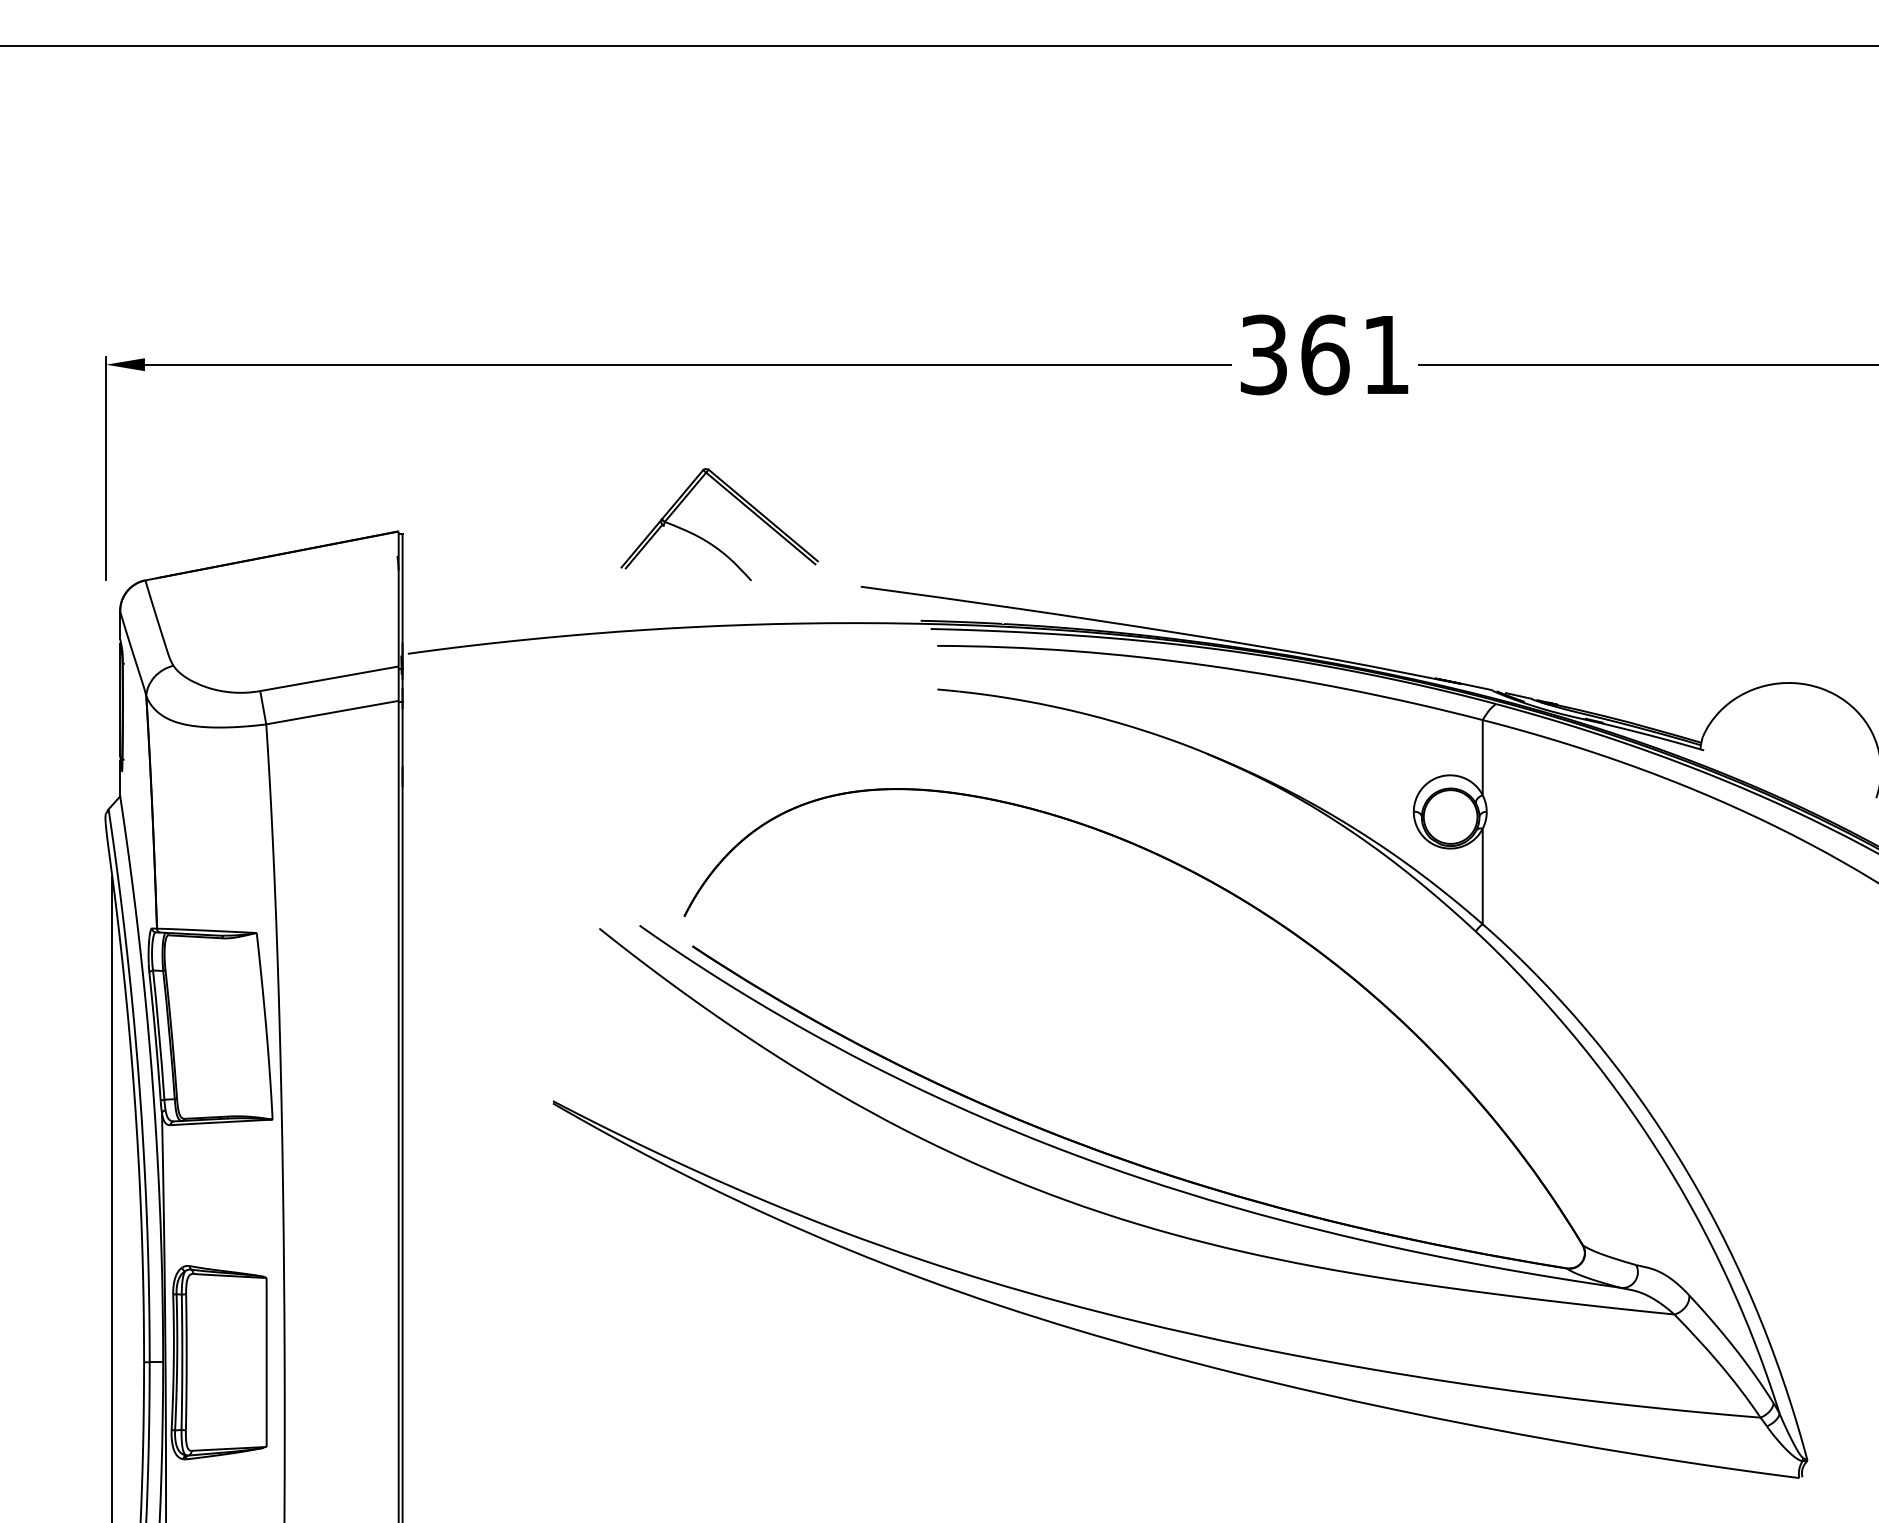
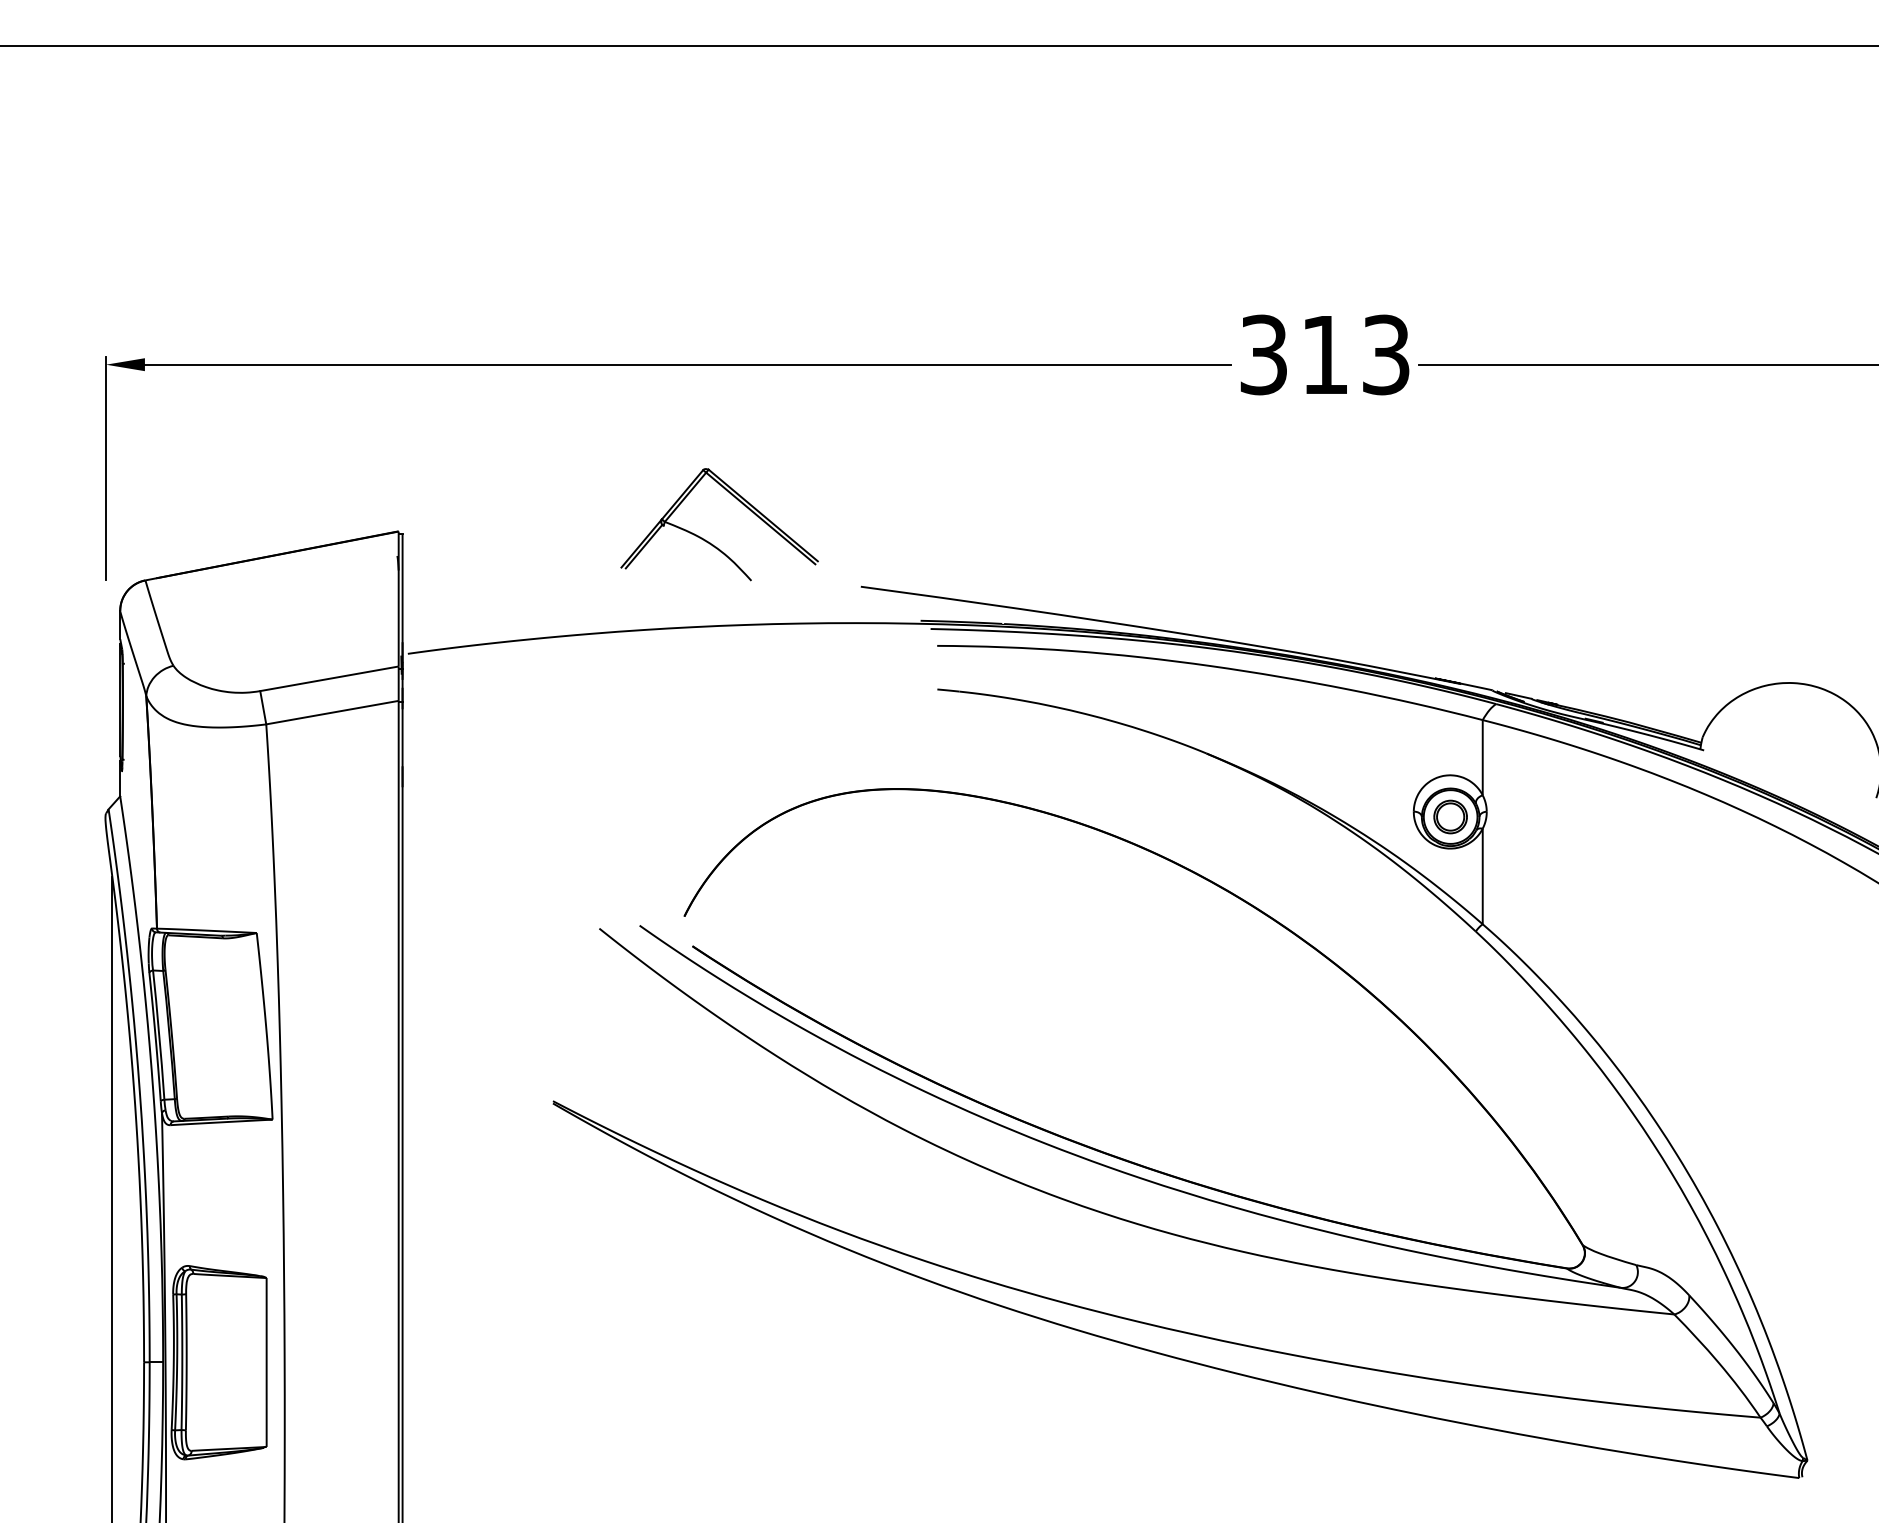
text at (1355, 354): 361 -> 313
part at (1450, 816): none -> present
